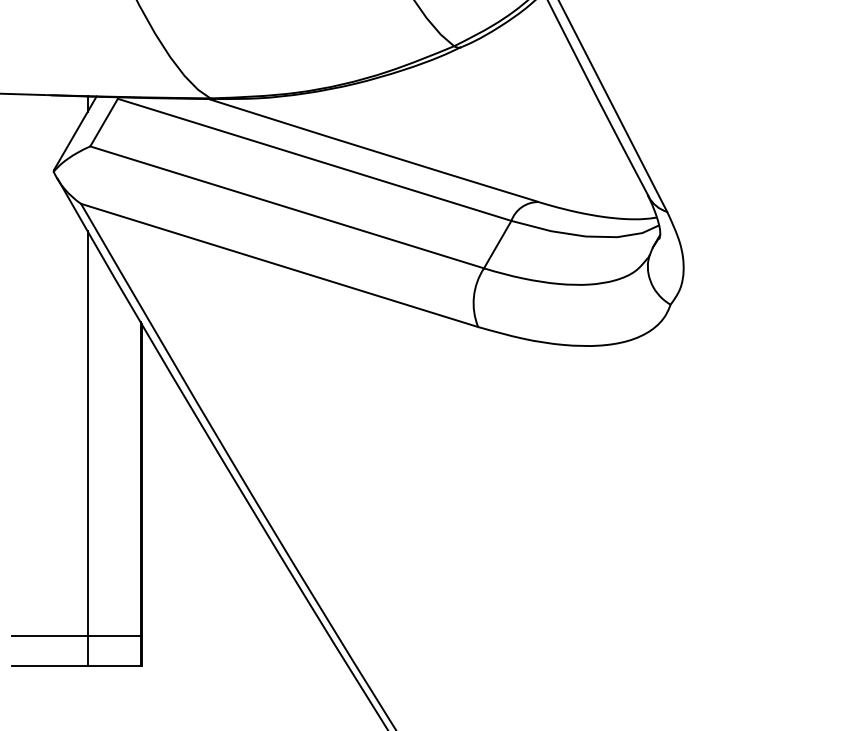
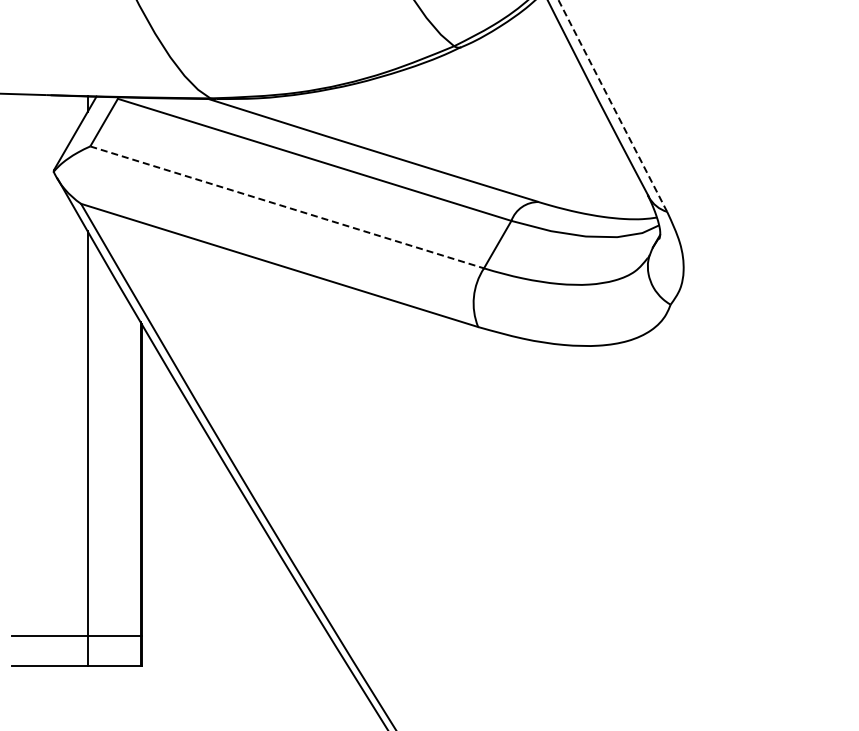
line at (612, 106): solid -> dashed
line at (287, 207): solid -> dashed
